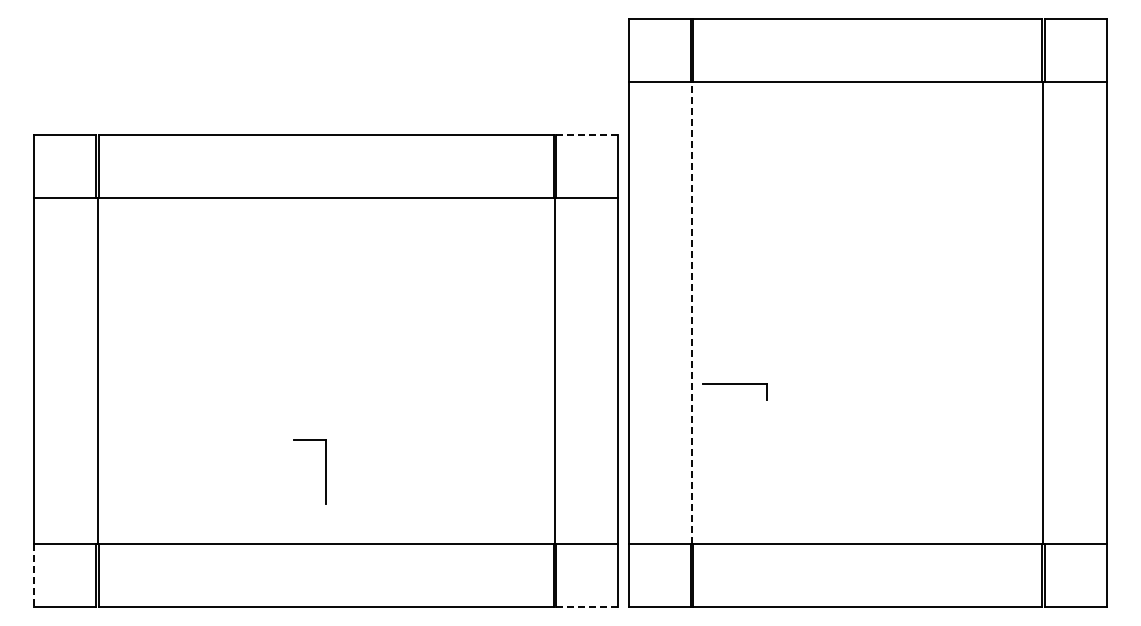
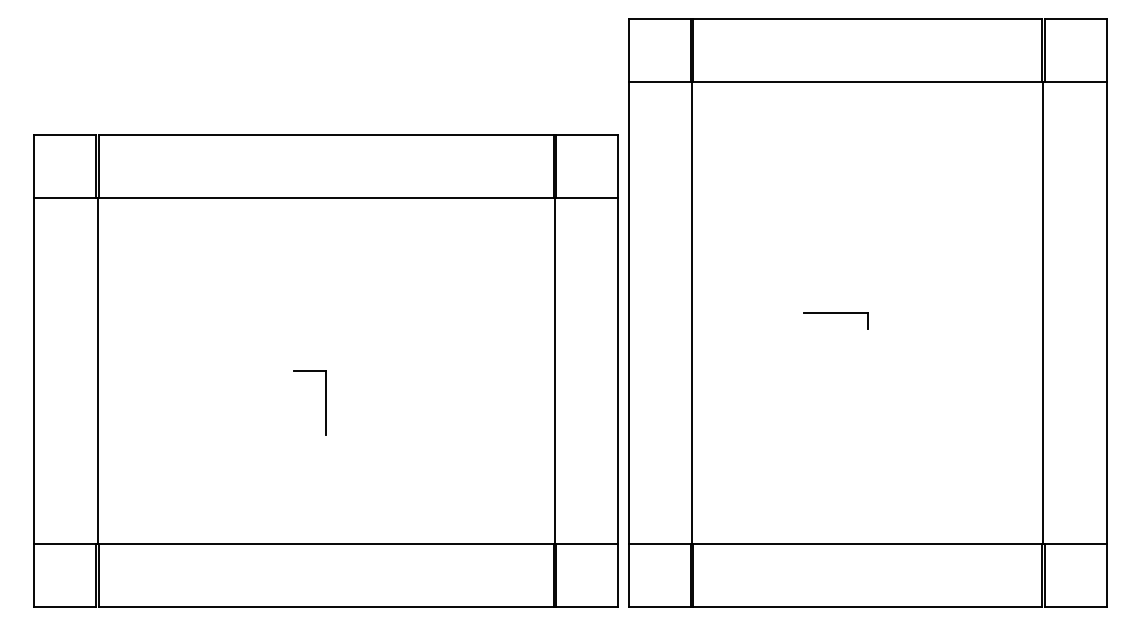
line at (587, 134): dashed -> solid
line at (692, 313): dashed -> solid
part at (734, 384) position: (734, 384) -> (835, 313)
part at (325, 471) position: (325, 471) -> (325, 402)
line at (34, 575): dashed -> solid
line at (587, 607): dashed -> solid
